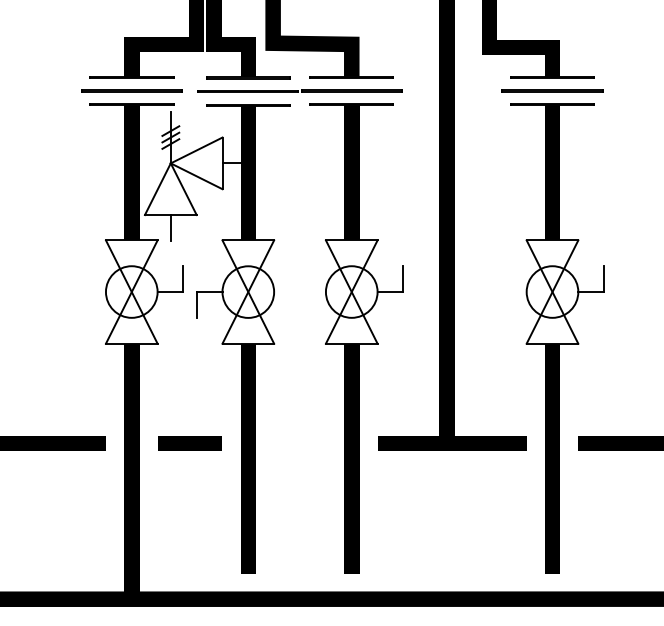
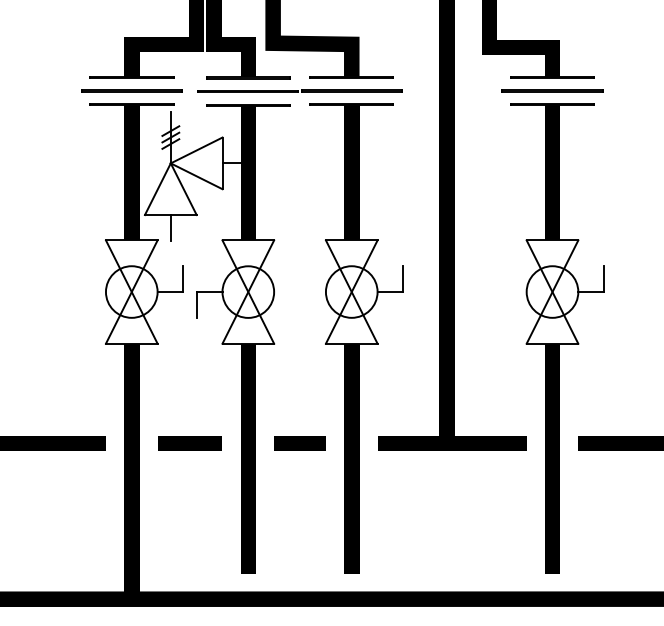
line at (299, 443): none -> present
